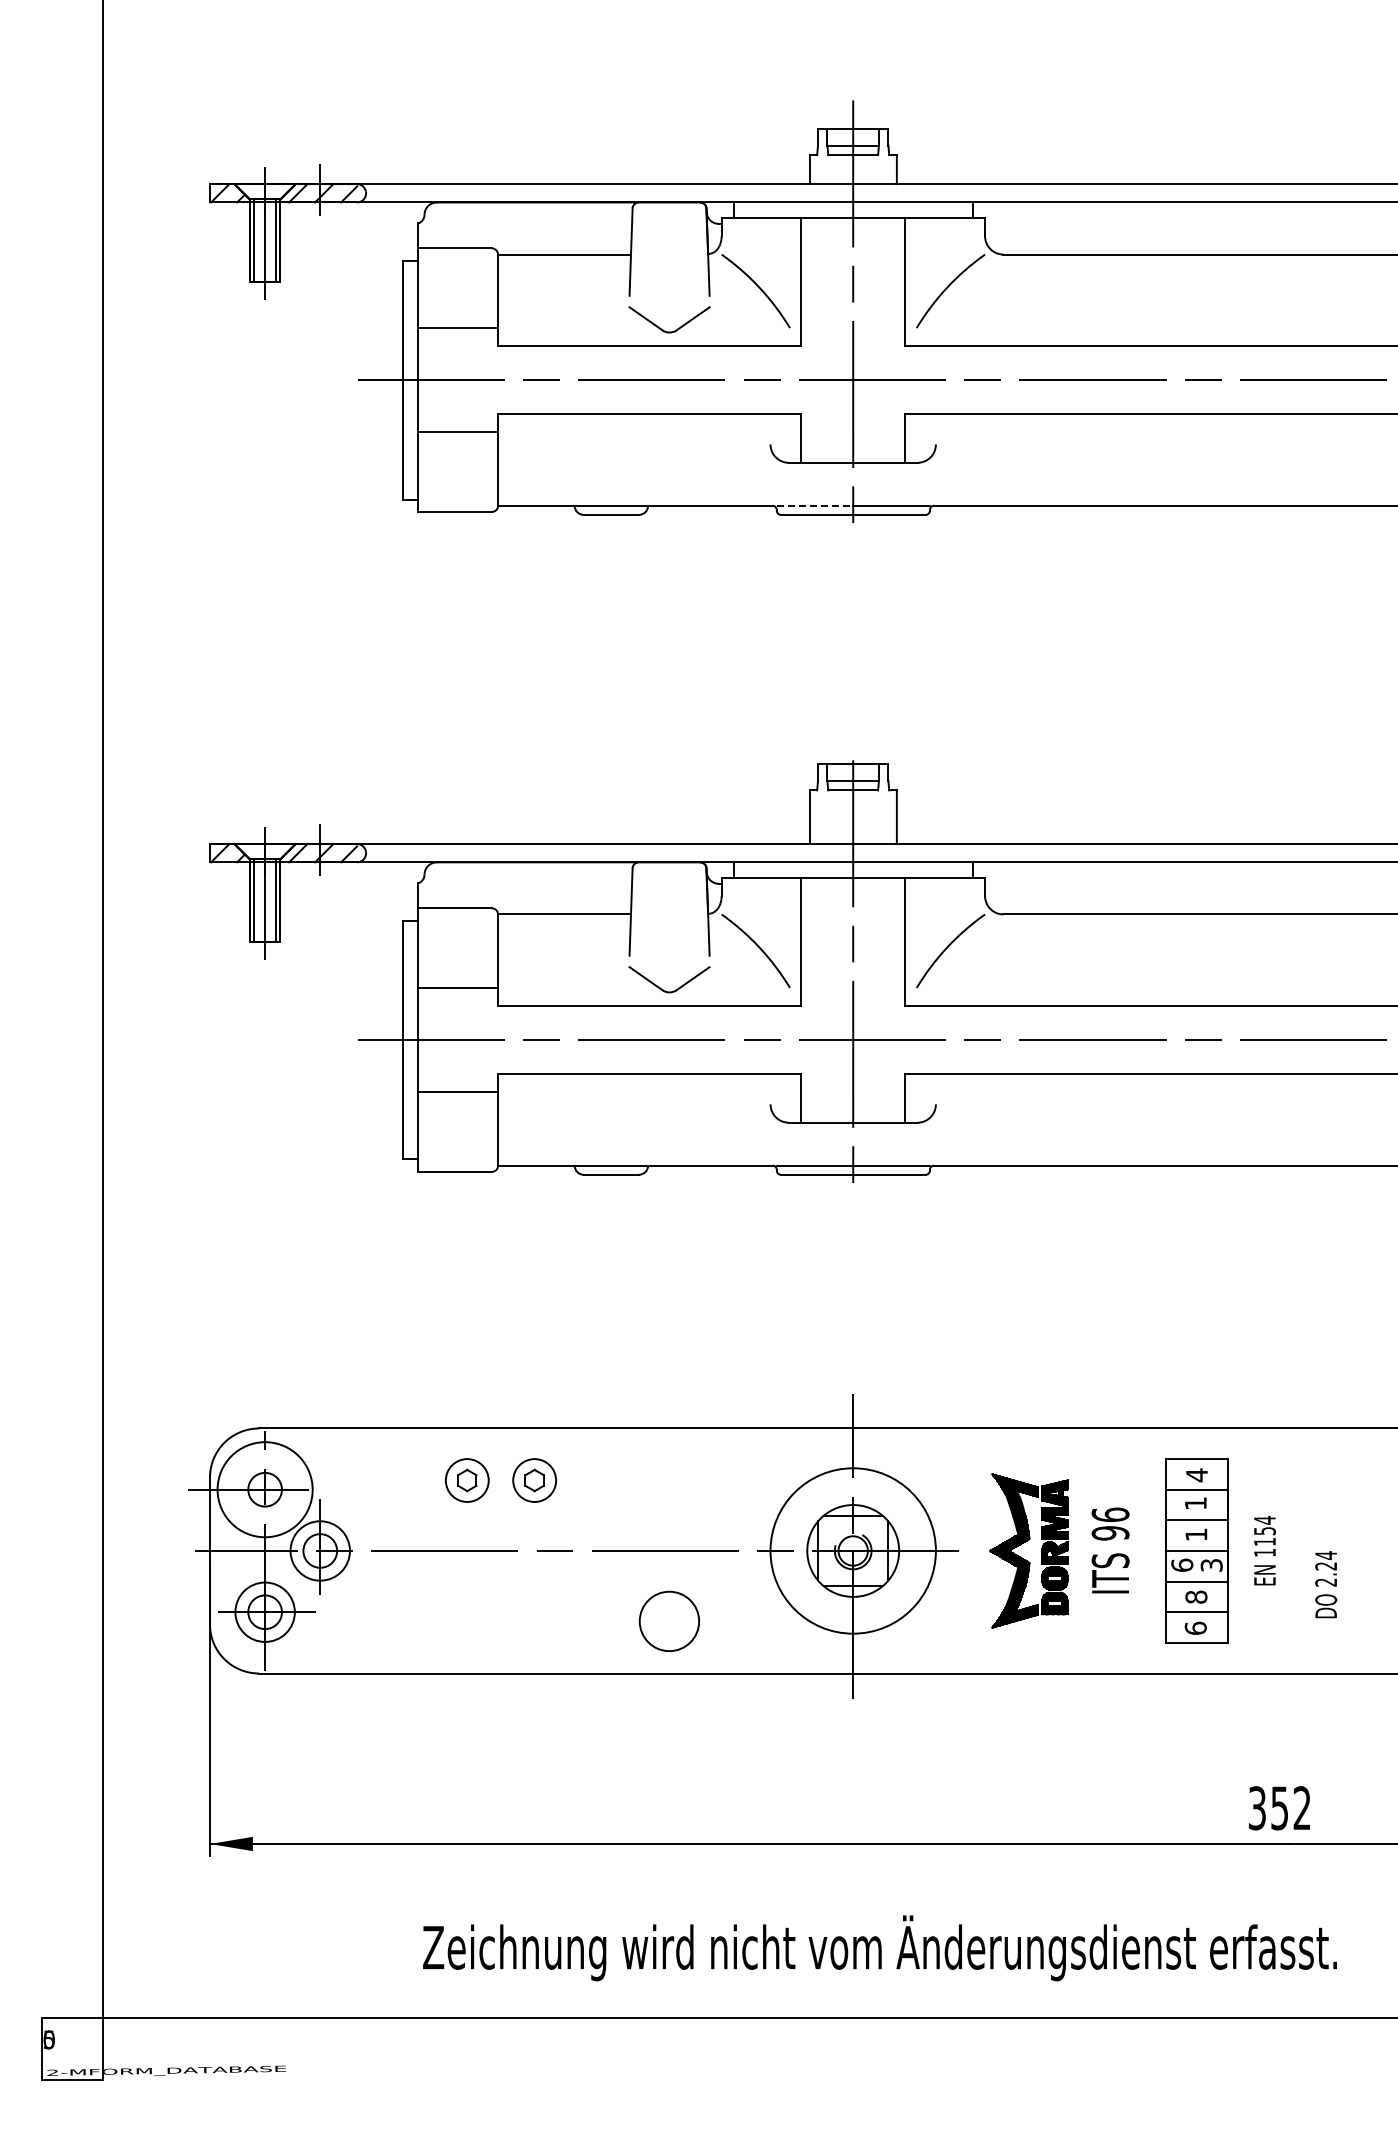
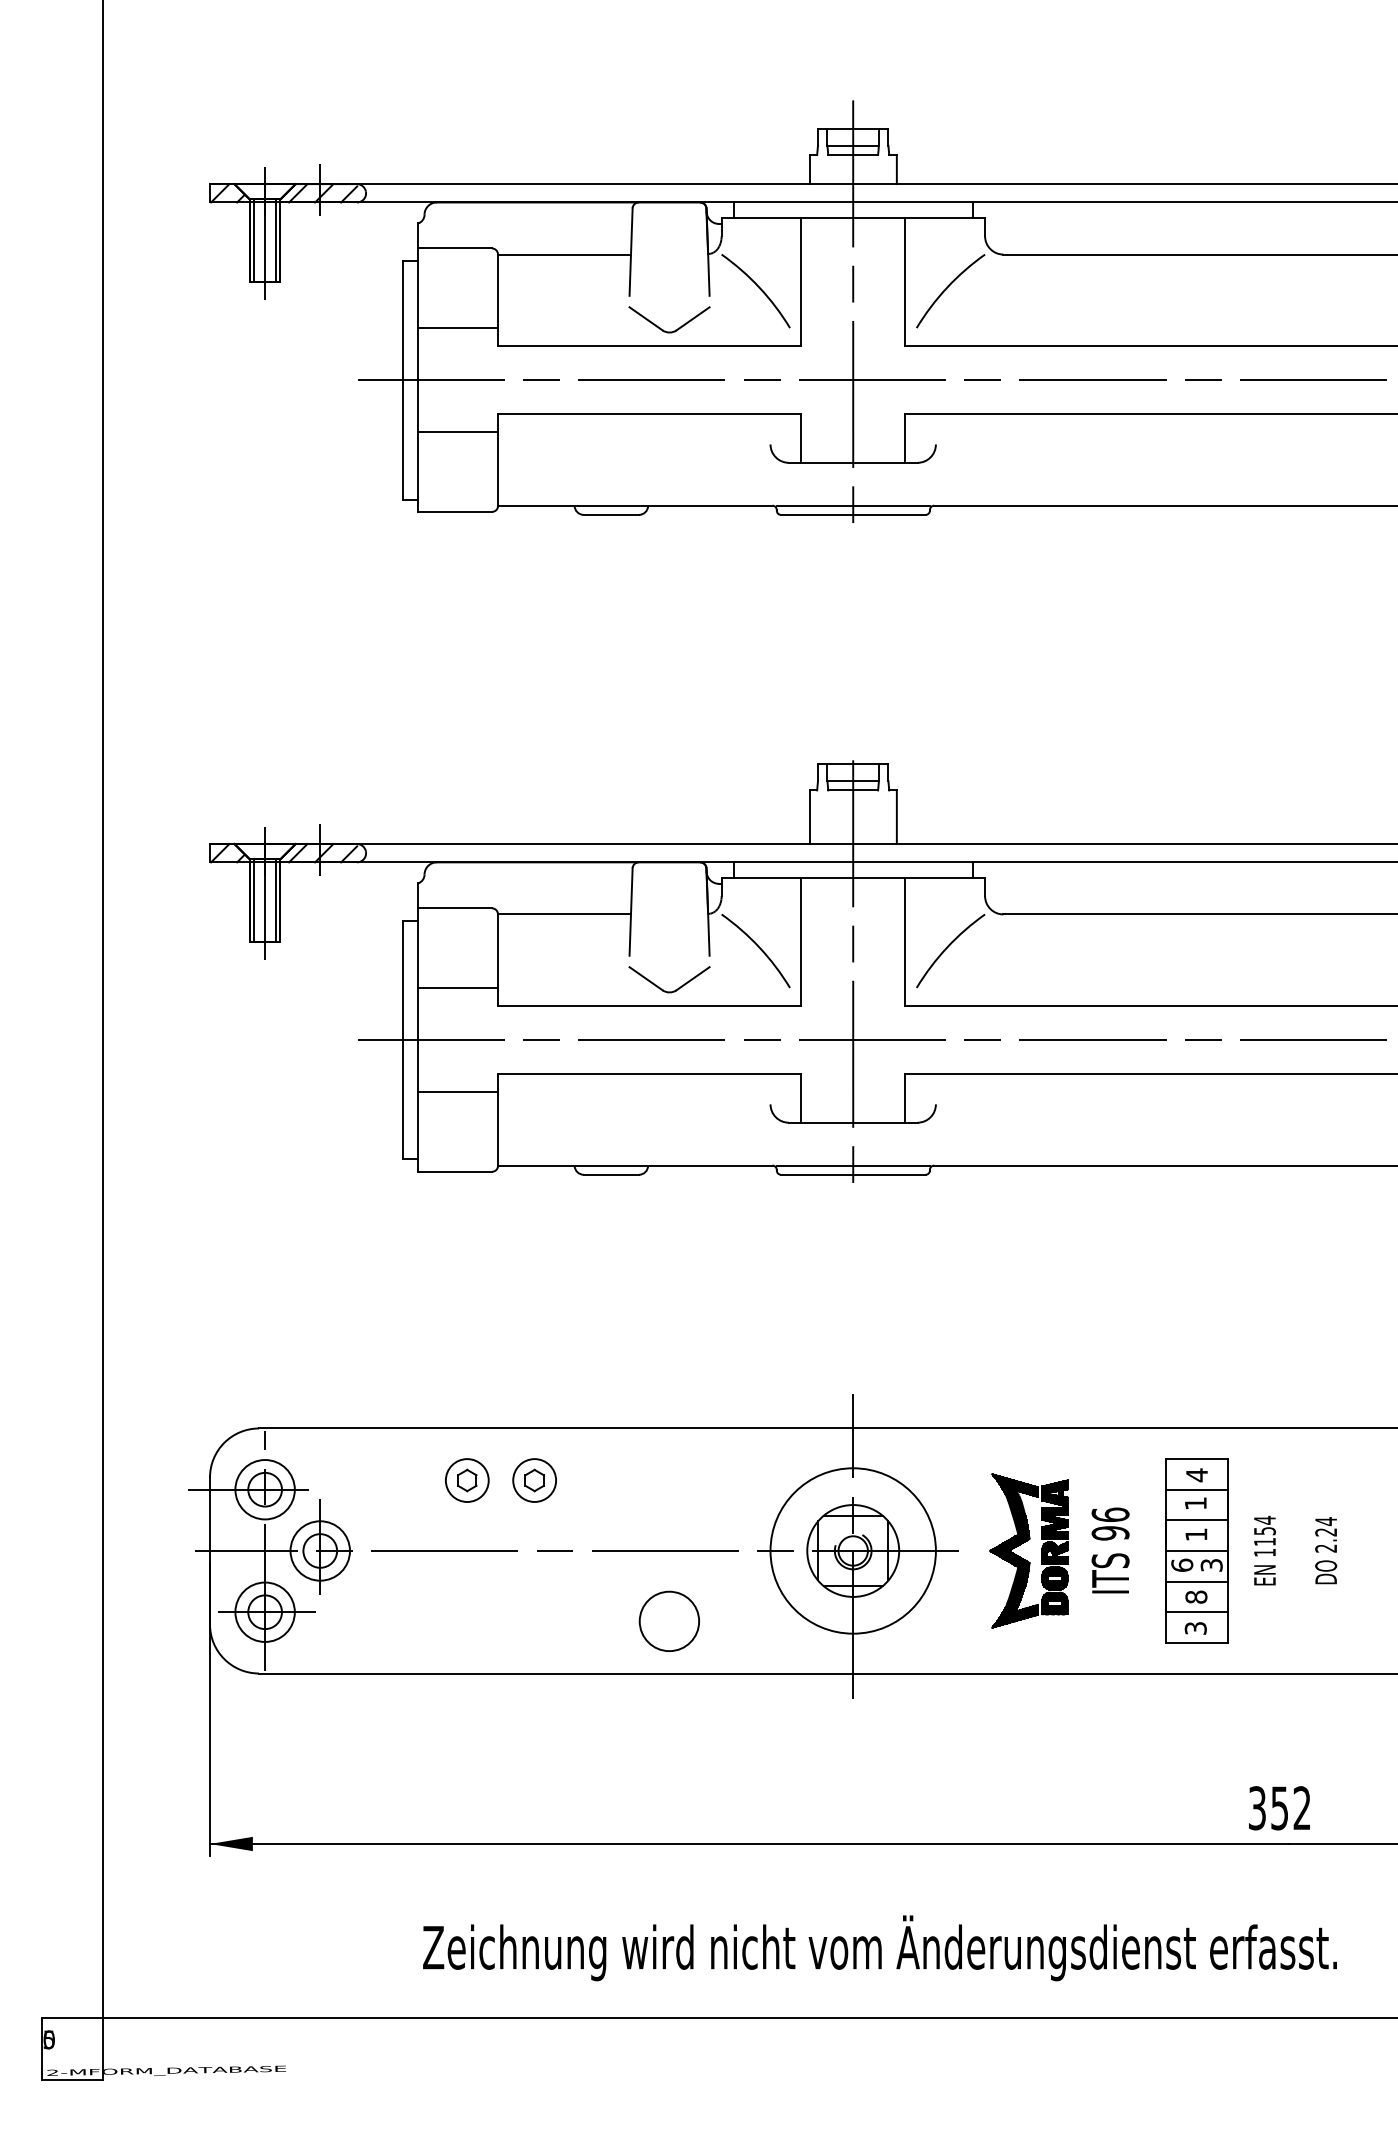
line at (815, 505): dashed -> solid
circle at (264, 1489) diameter: 95 px -> 59 px
text at (1326, 1584) position: (1326, 1584) -> (1326, 1550)
text at (1195, 1627): 6 -> 3
